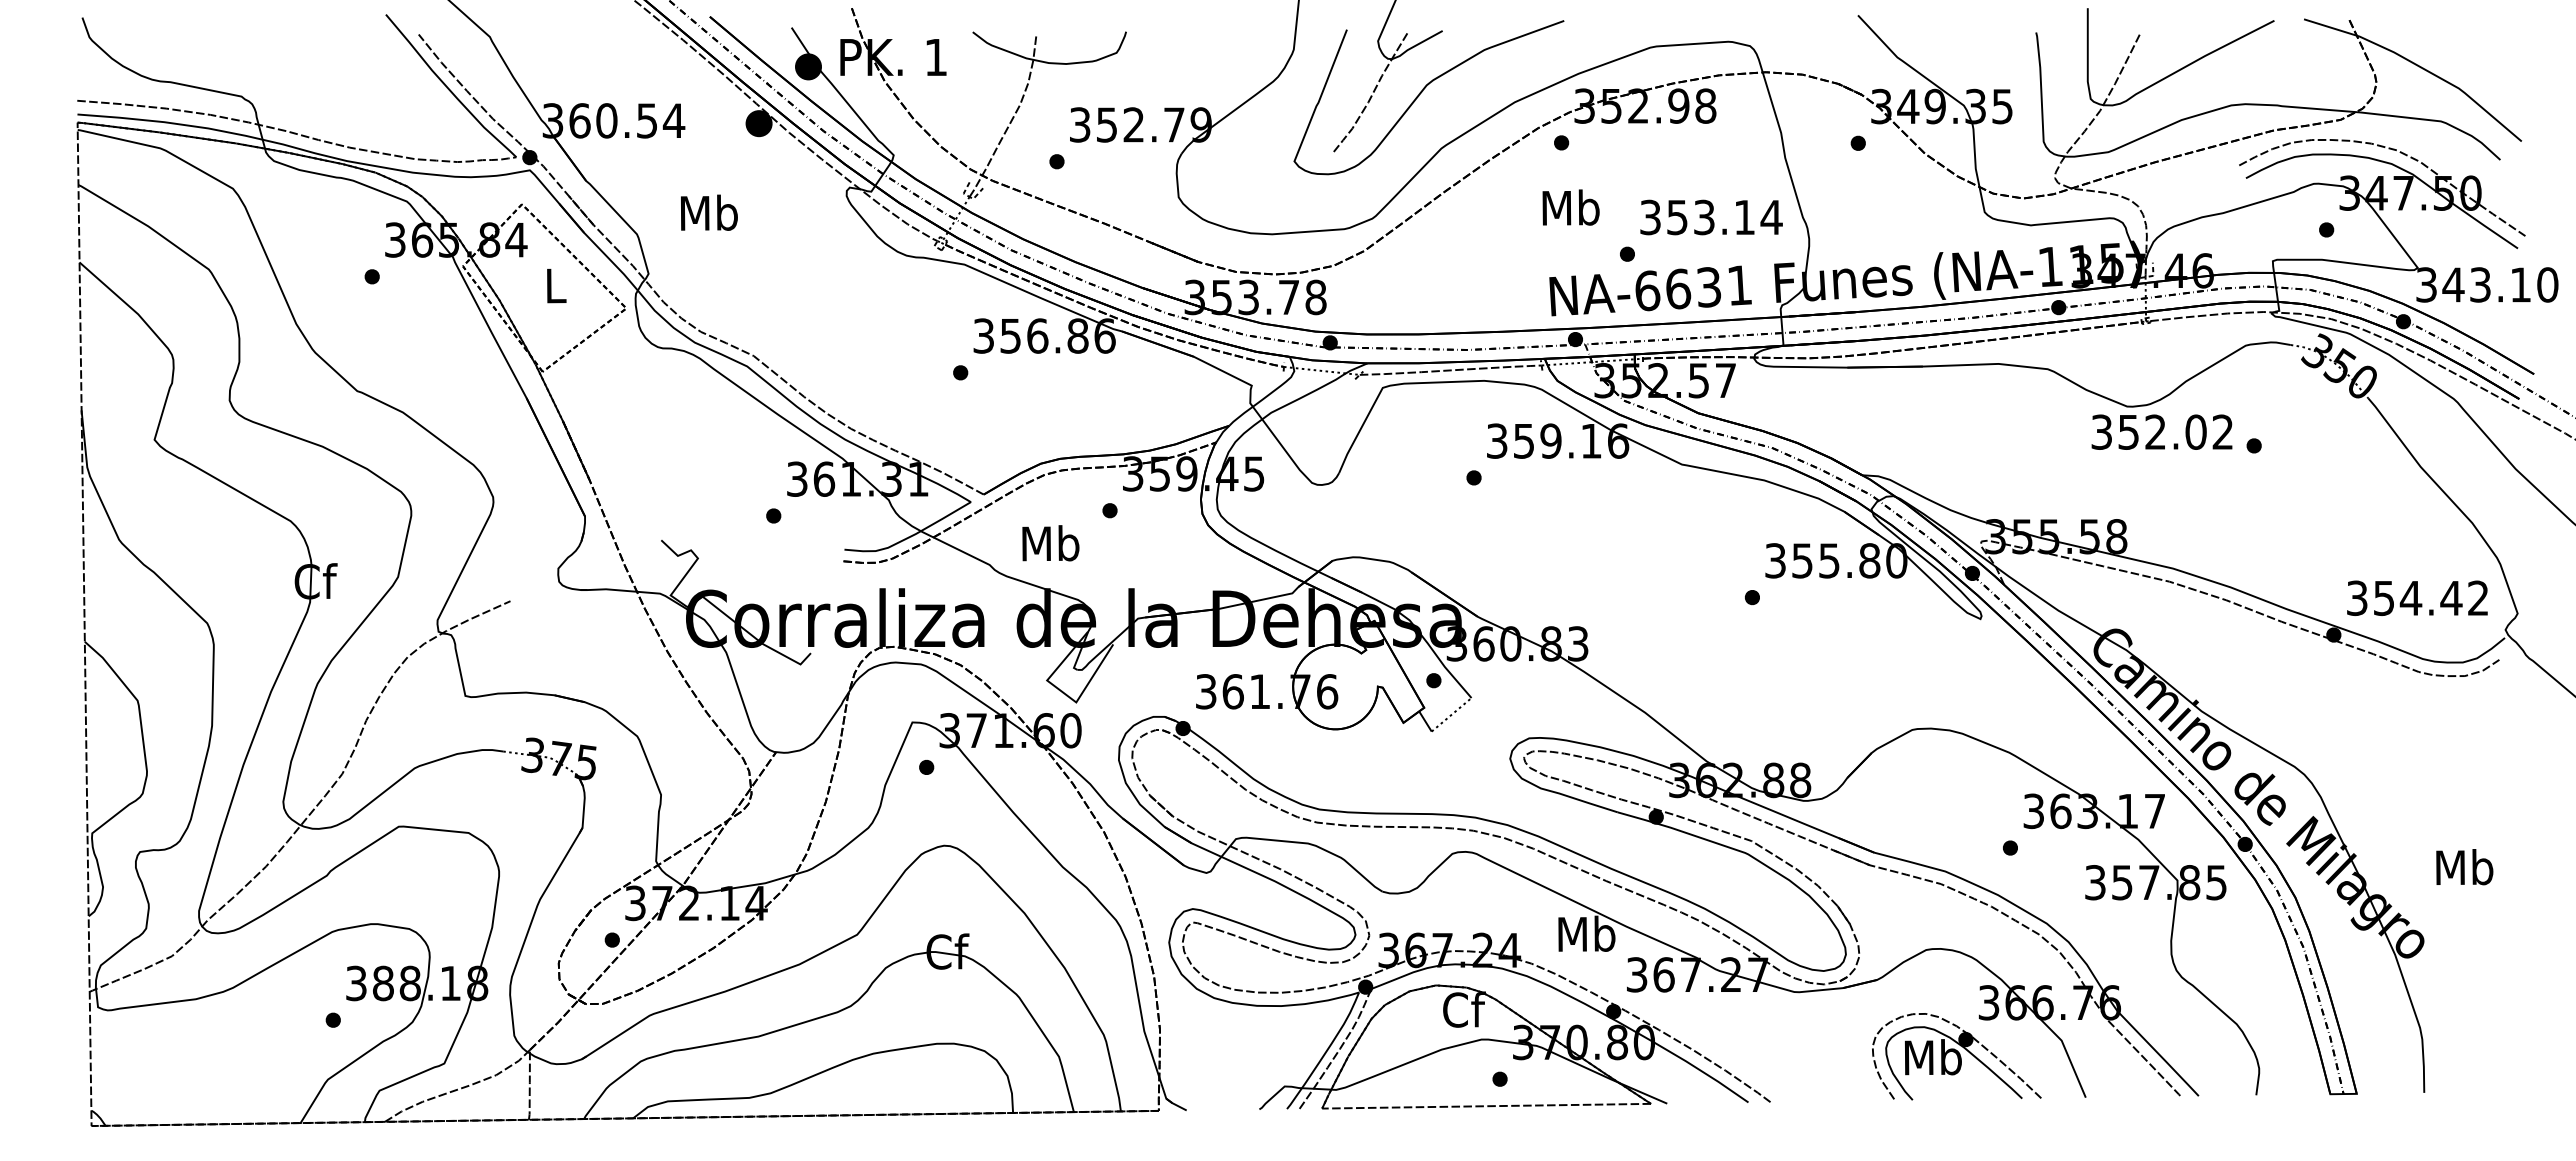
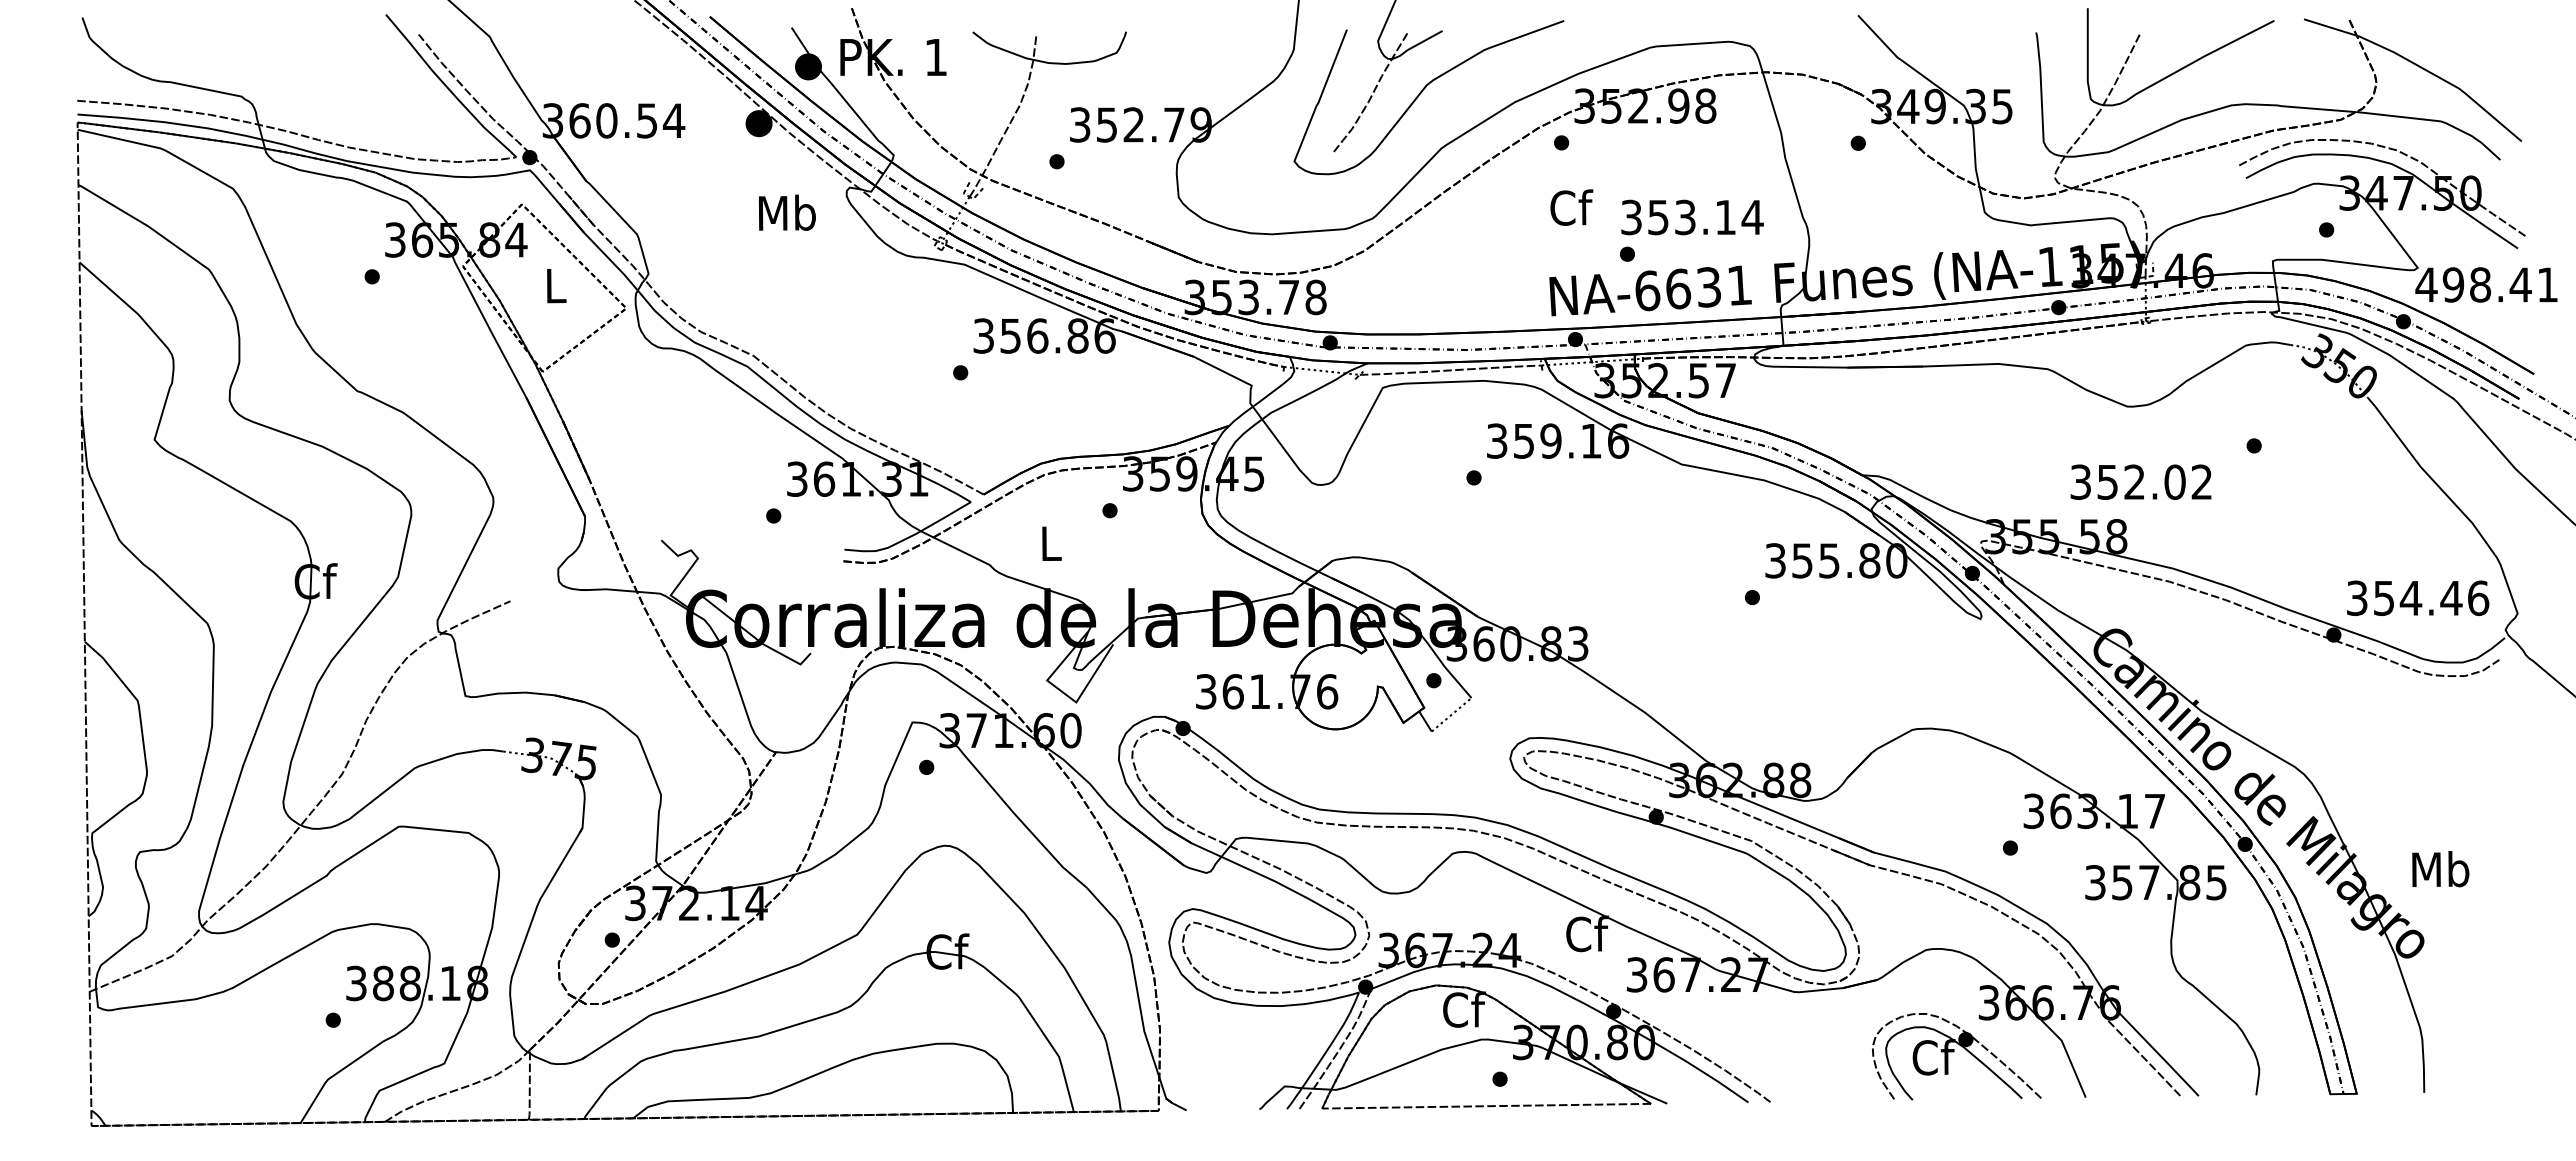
text at (1570, 207): Mb -> Cf
text at (709, 212) position: (709, 212) -> (787, 212)
text at (1711, 217) position: (1711, 217) -> (1692, 217)
text at (2486, 284): 343.10 -> 498.41
text at (2161, 431) position: (2161, 431) -> (2140, 481)
text at (1050, 543): Mb -> L
text at (2478, 597): 354.42 -> 354.46
text at (2464, 867) position: (2464, 867) -> (2440, 869)
text at (1586, 933): Mb -> Cf
text at (1932, 1057): Mb -> Cf
